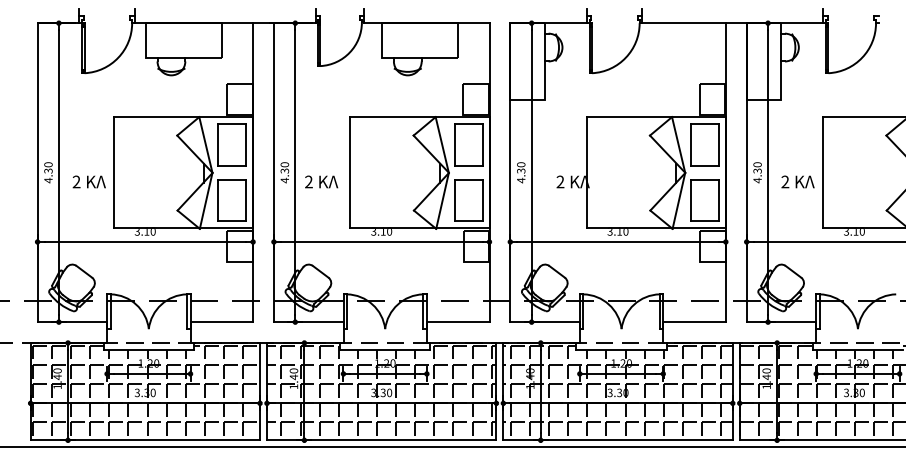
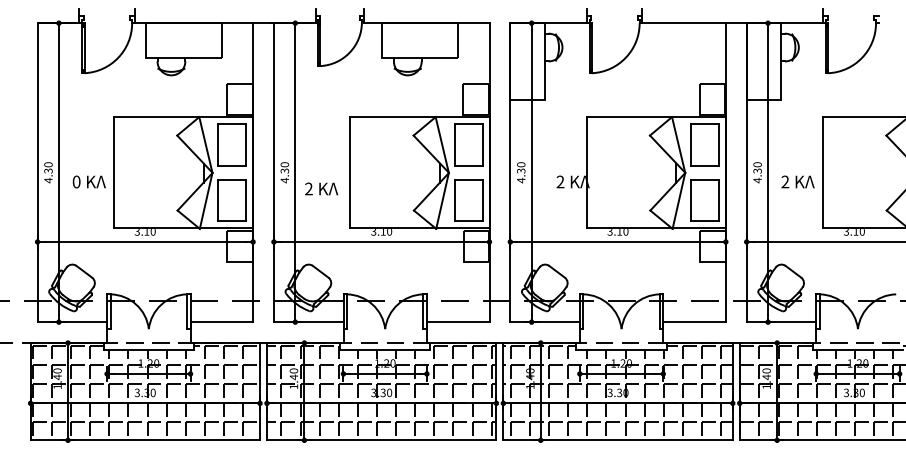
text at (76, 181): 2 -> 0
text at (321, 181) position: (321, 181) -> (321, 188)
line at (452, 447): present -> none
